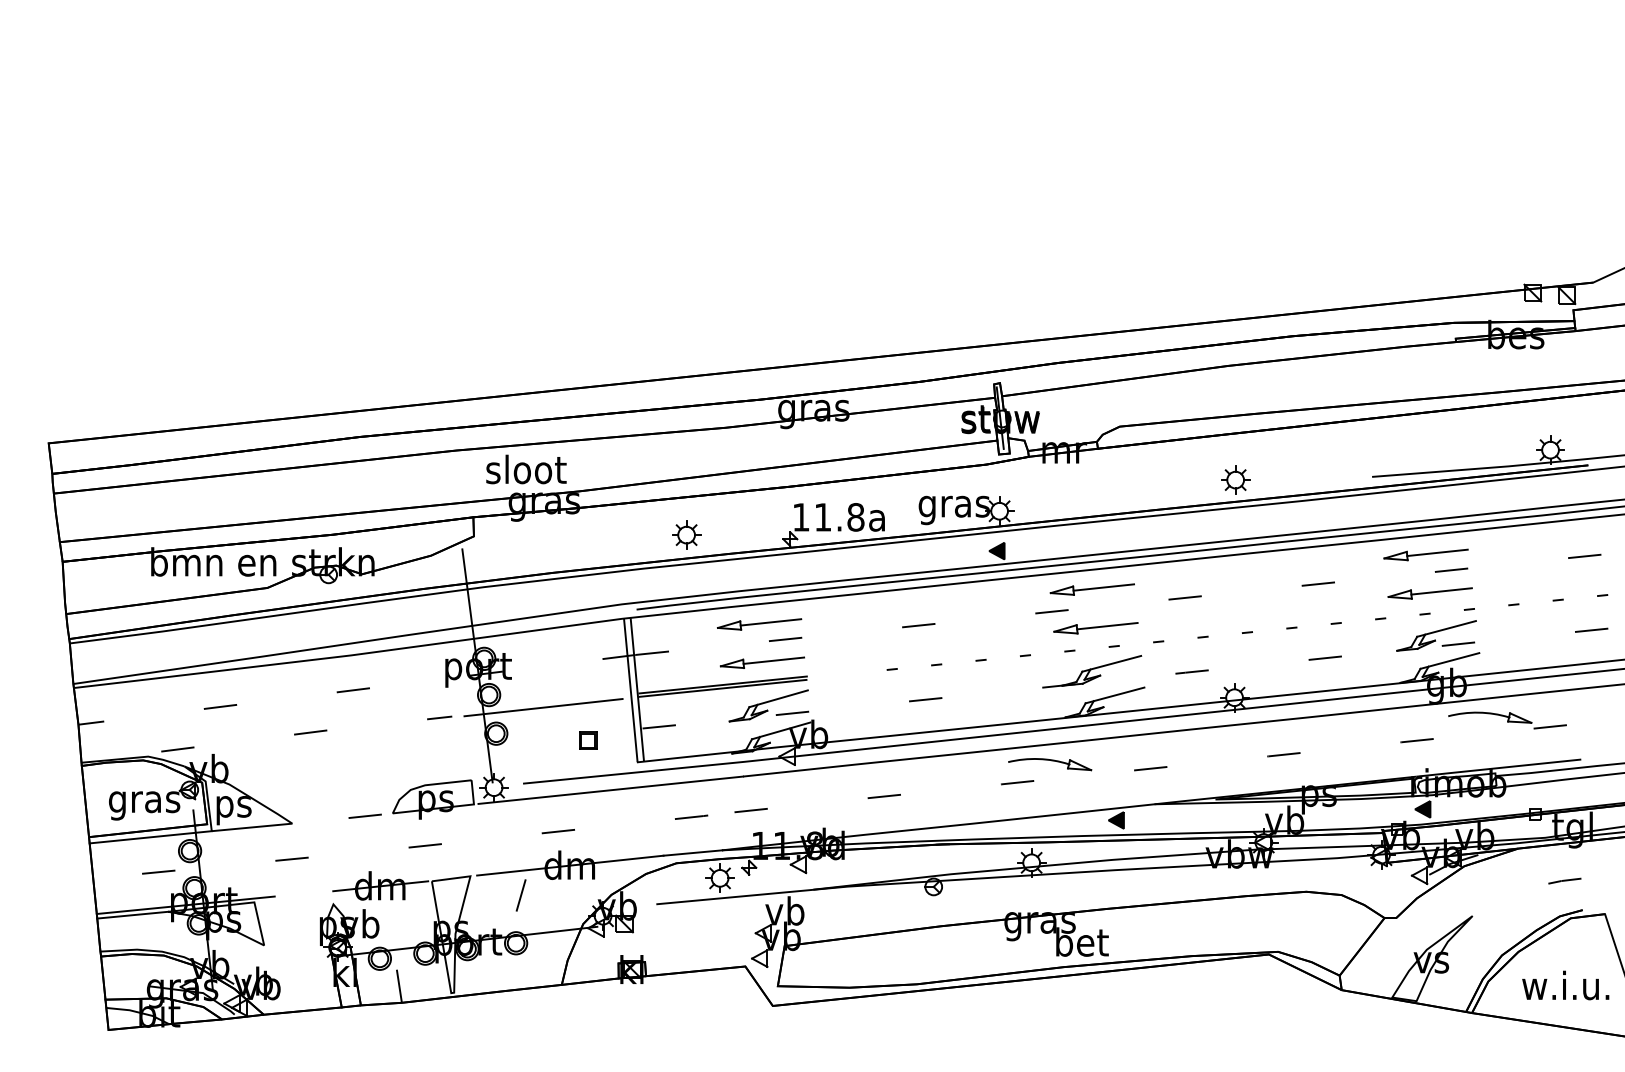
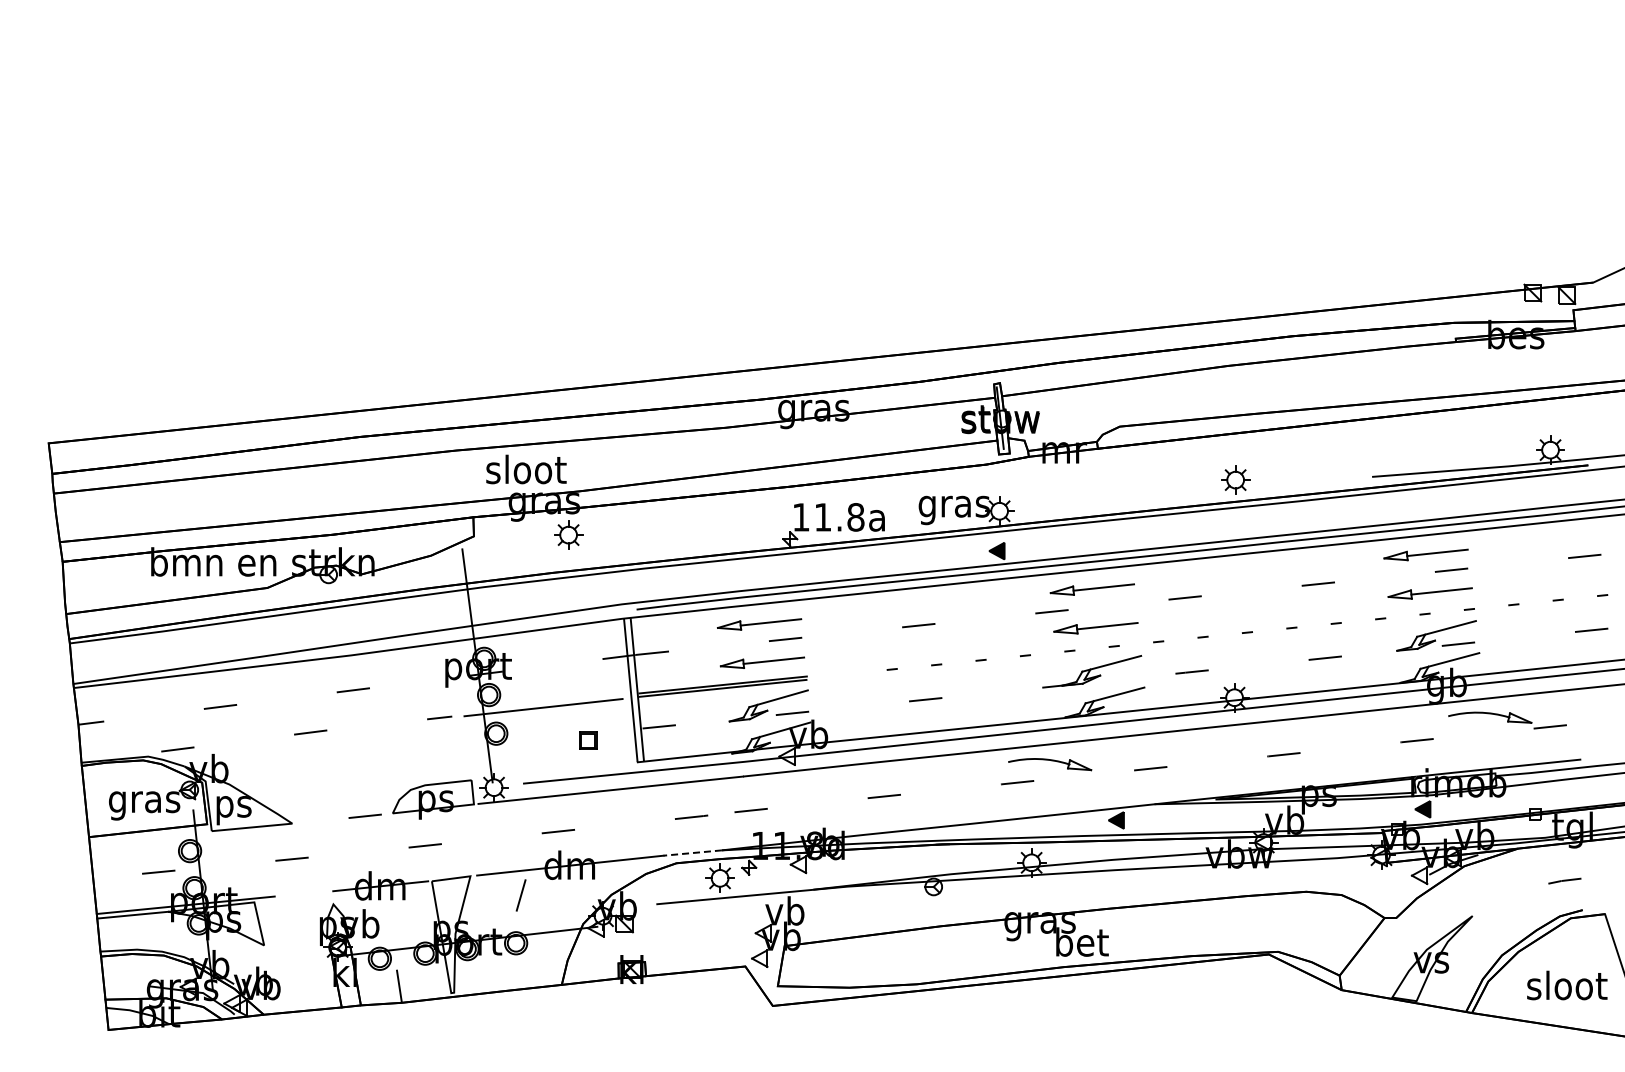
part at (686, 534) position: (686, 534) -> (568, 534)
line at (150, 837): present -> none
line at (692, 853): solid -> dashed
text at (1565, 985): w.i.u. -> sloot
